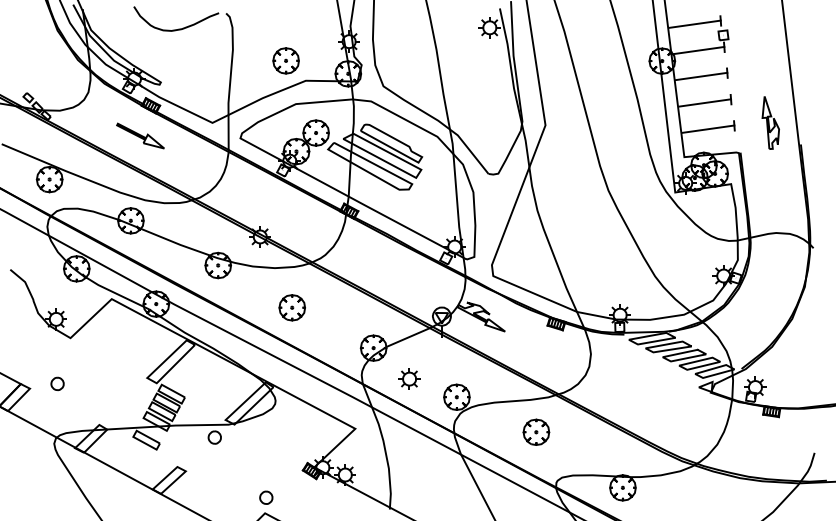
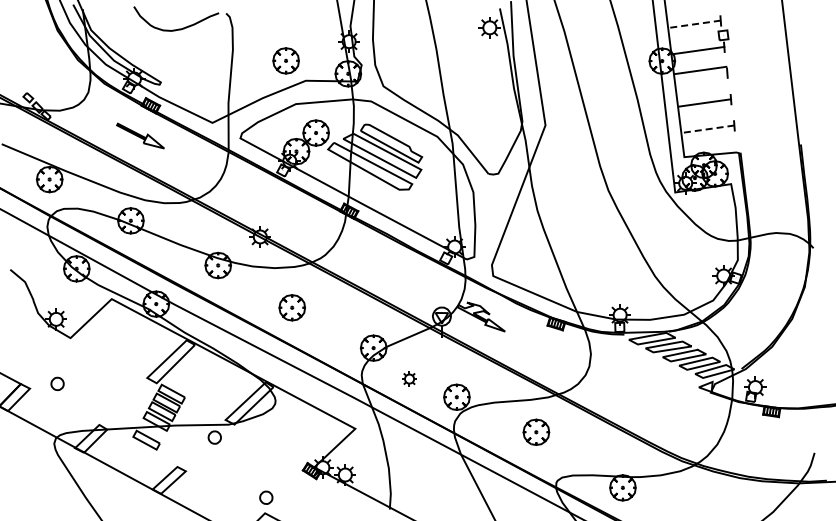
line at (694, 24): solid -> dashed
line at (701, 76) position: (701, 76) -> (700, 70)
part at (770, 122): present -> none
line at (708, 129): solid -> dashed
part at (409, 378) size: 23x22 px -> 15x16 px
